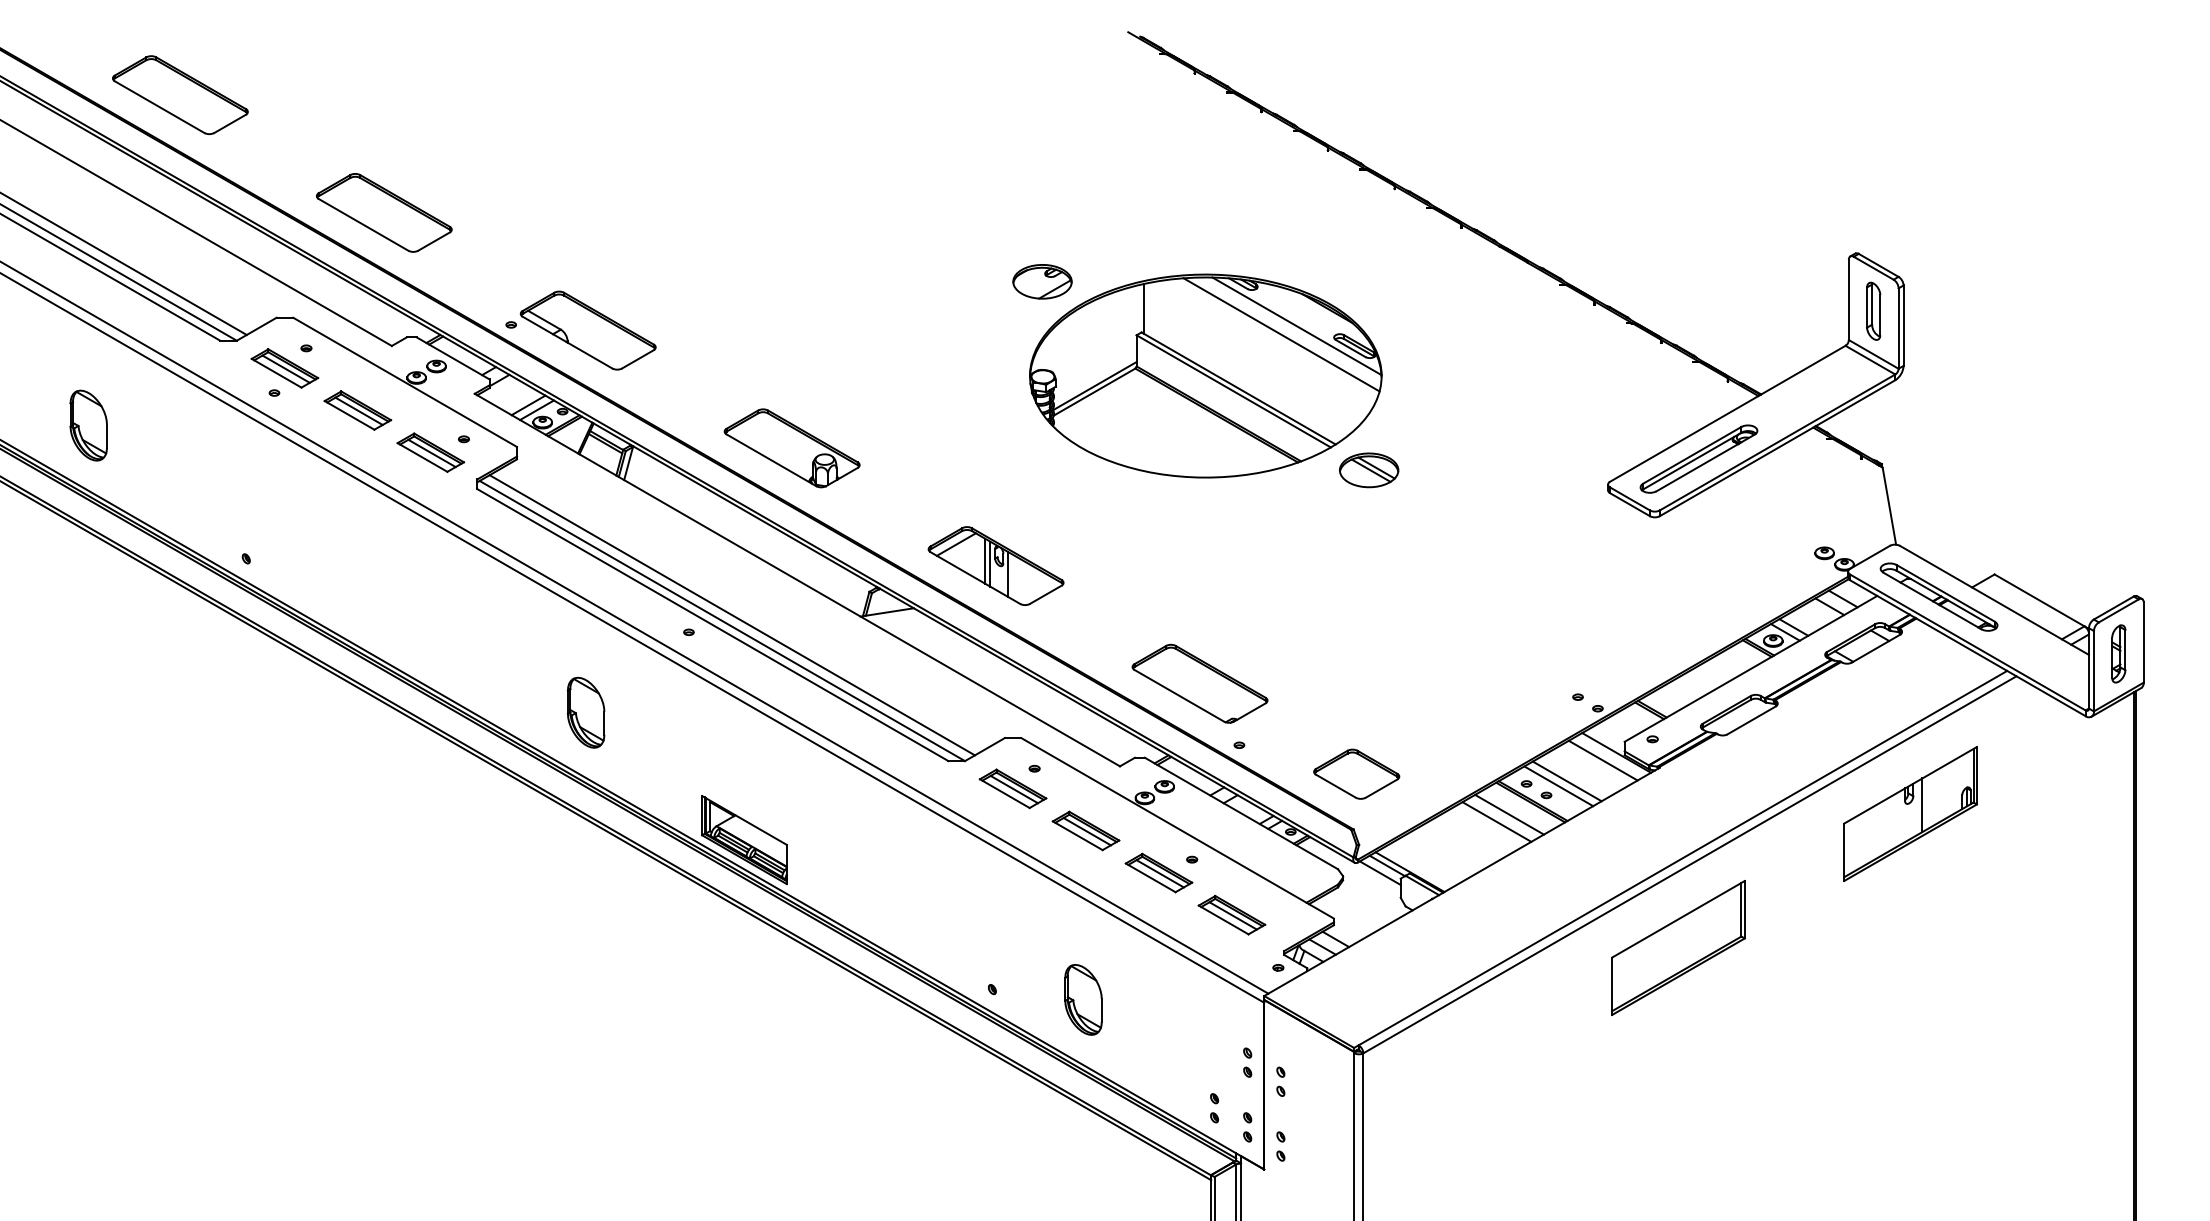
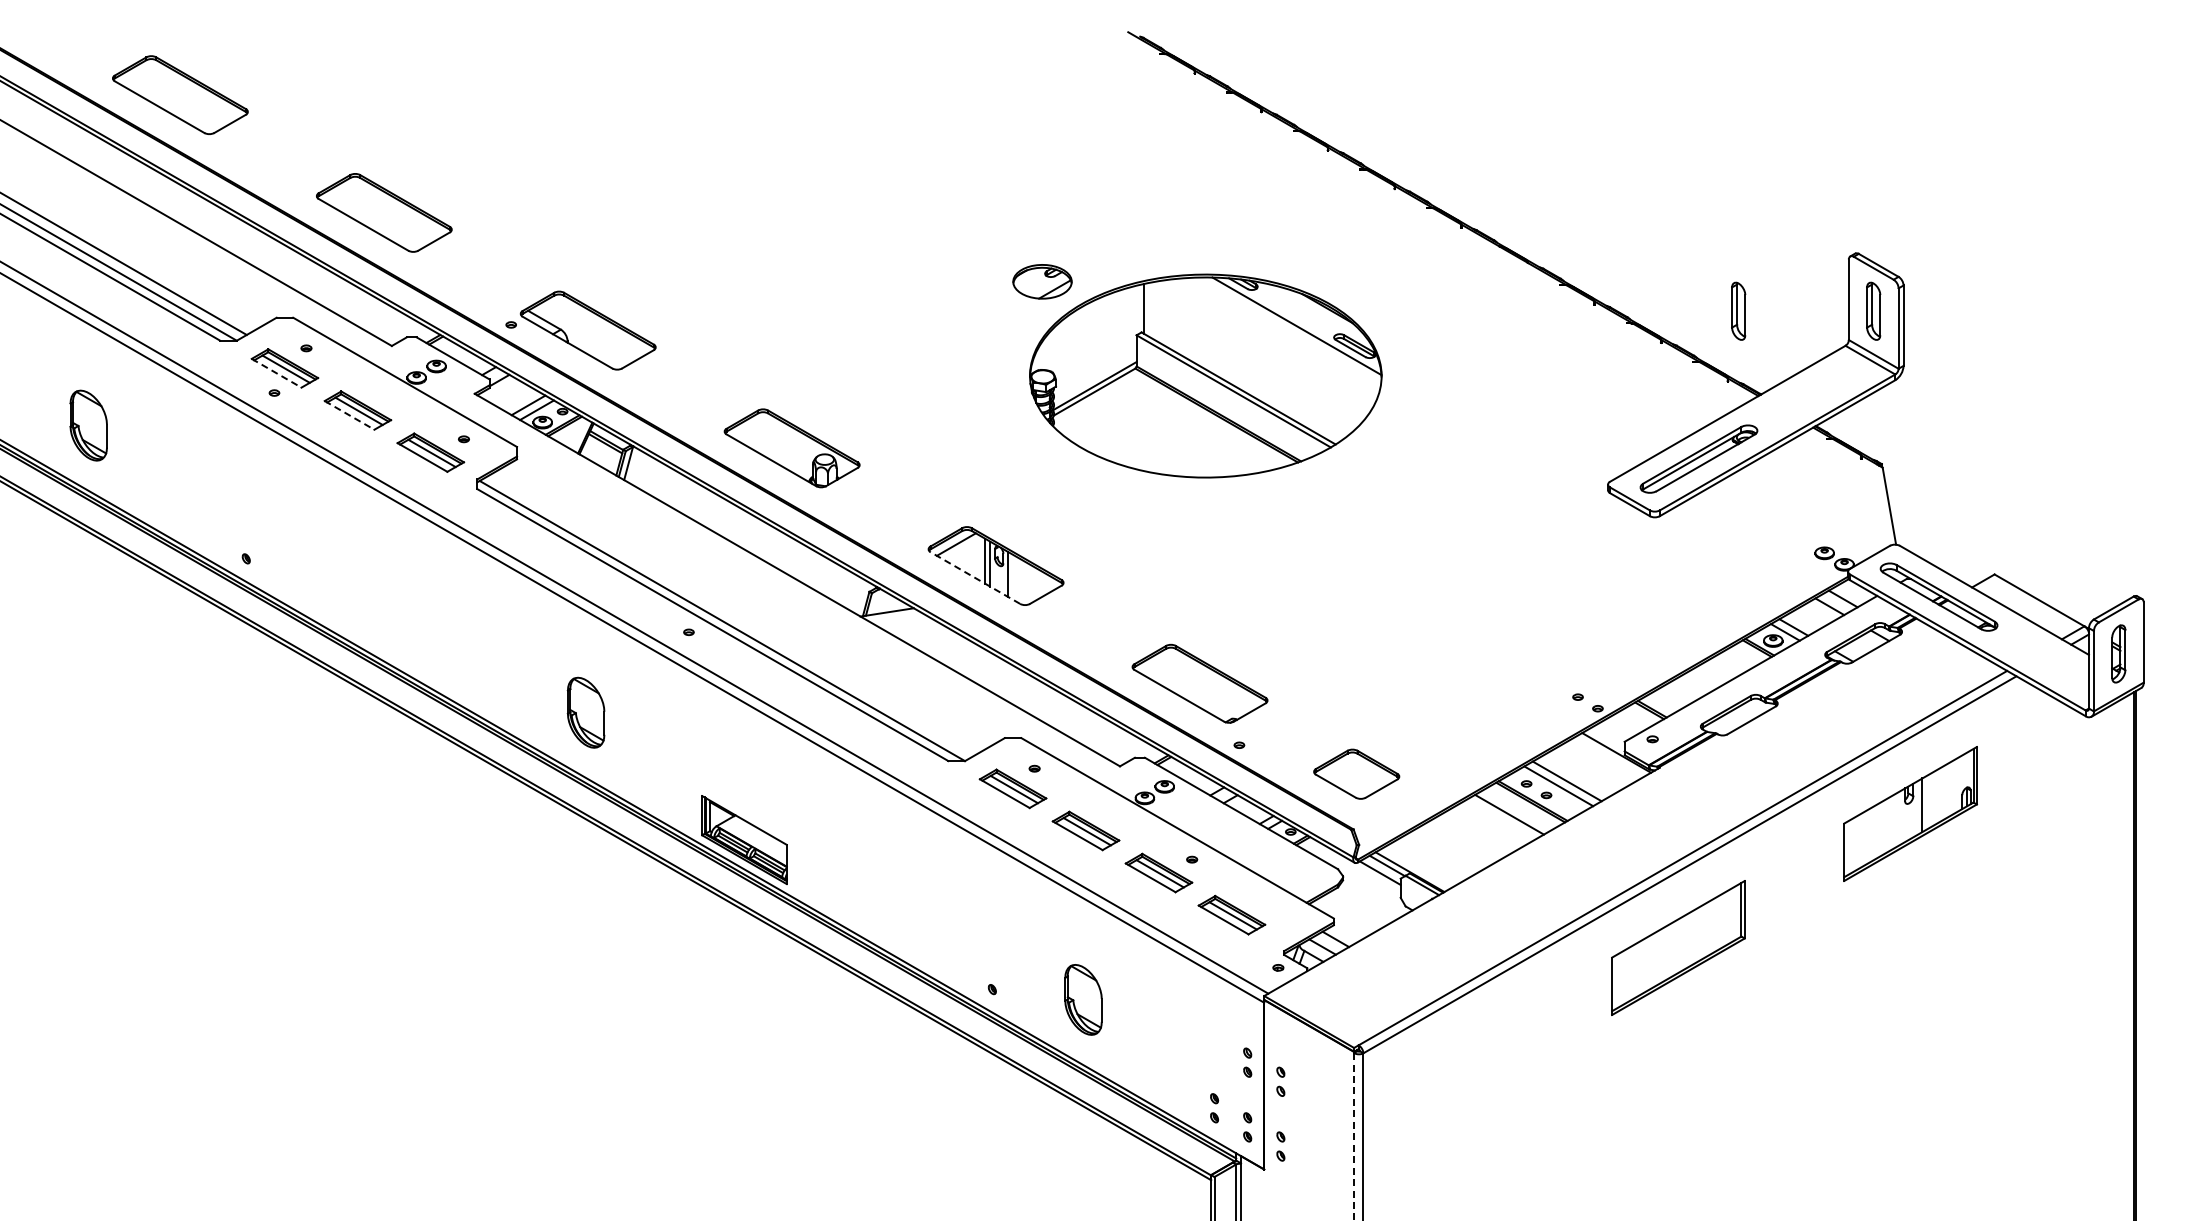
part at (1738, 310): none -> present
line at (1281, 334): present -> none
line at (276, 373): solid -> dashed
line at (349, 415): solid -> dashed
part at (1369, 470): present -> none
line at (975, 578): solid -> dashed
line at (731, 615): present -> none
line at (1602, 760): present -> none
line at (1496, 821): present -> none
line at (1354, 1137): solid -> dashed
